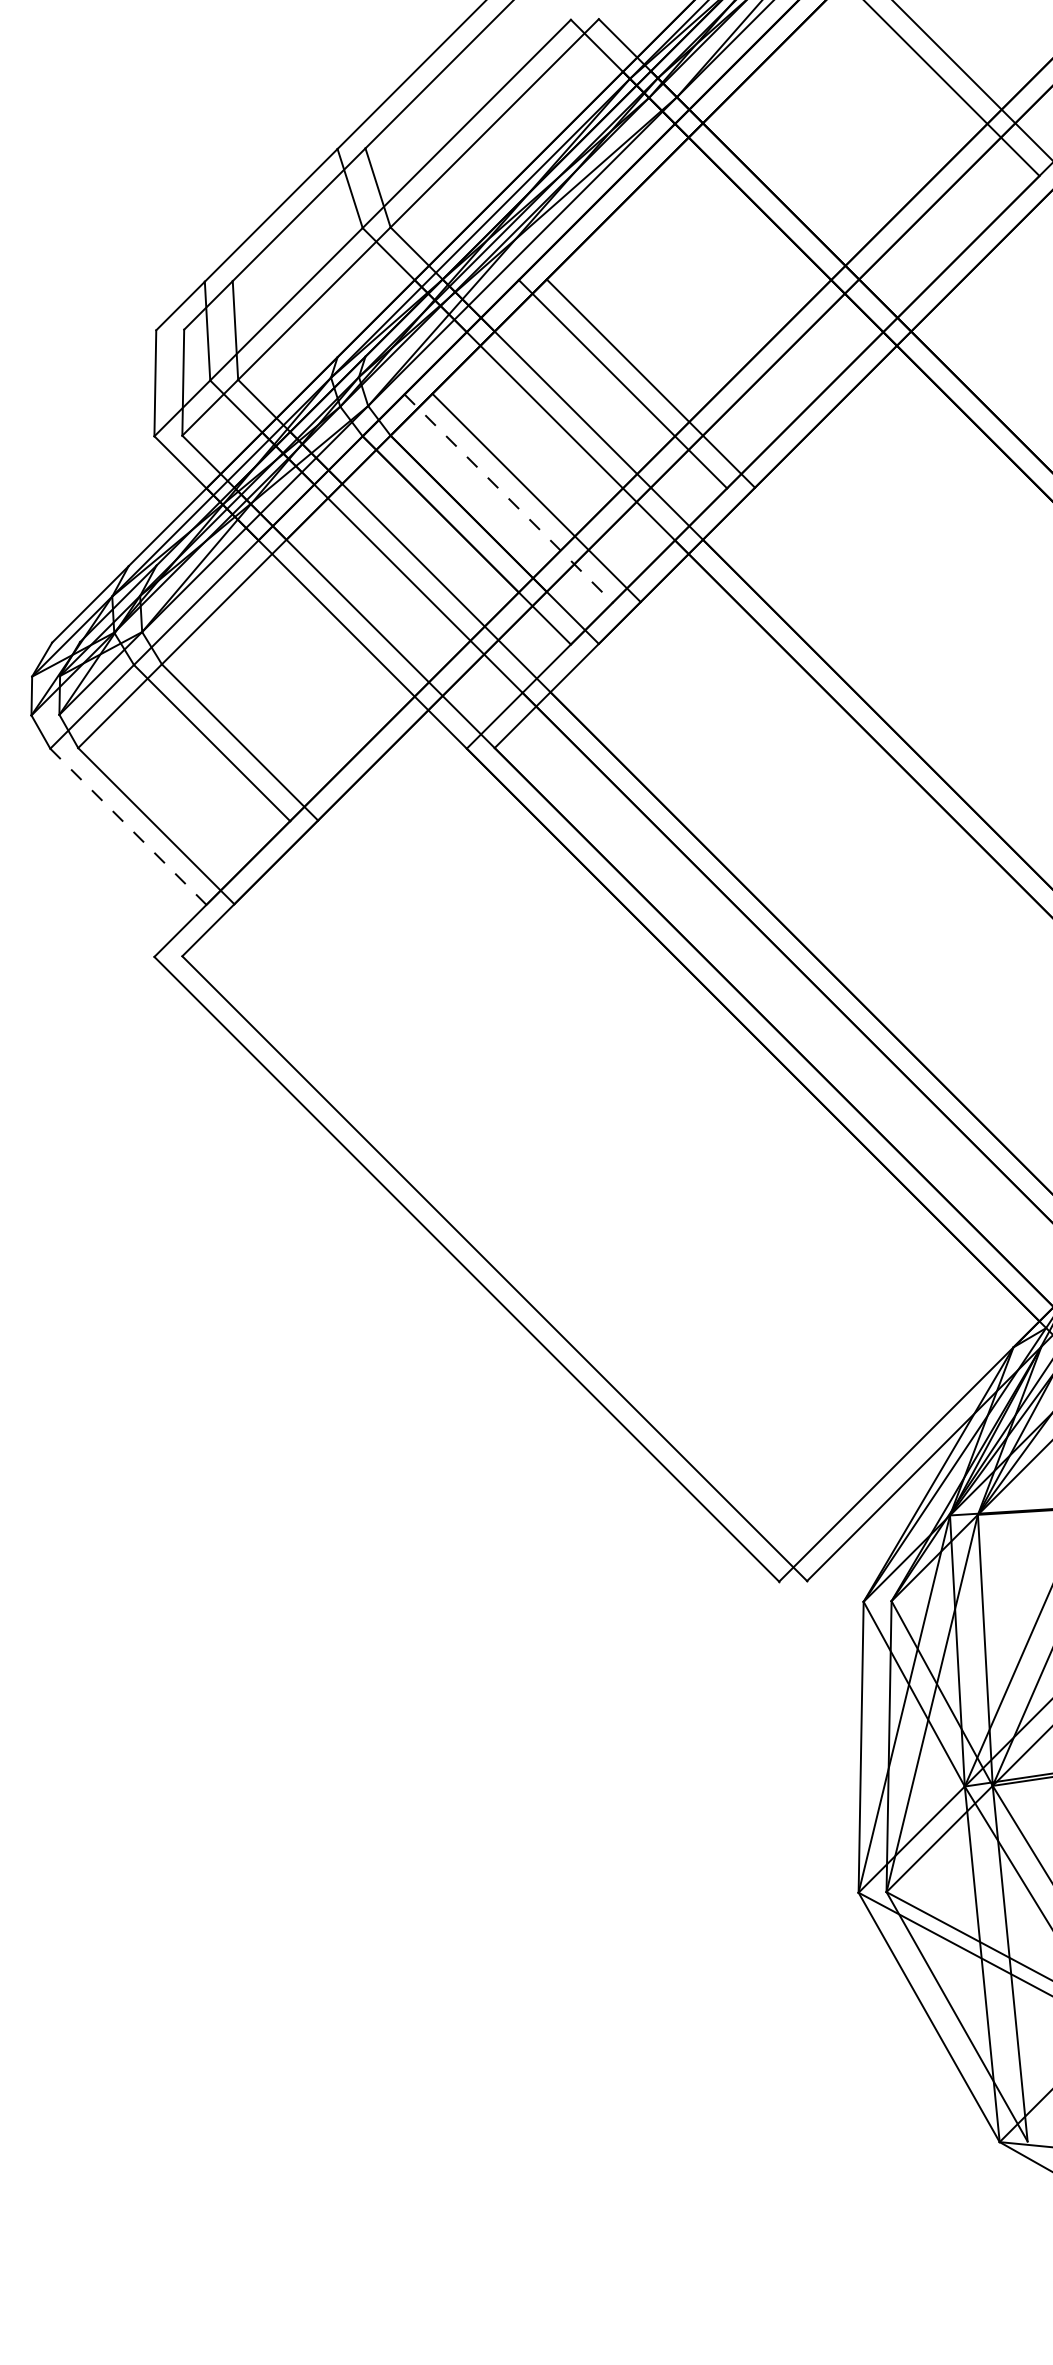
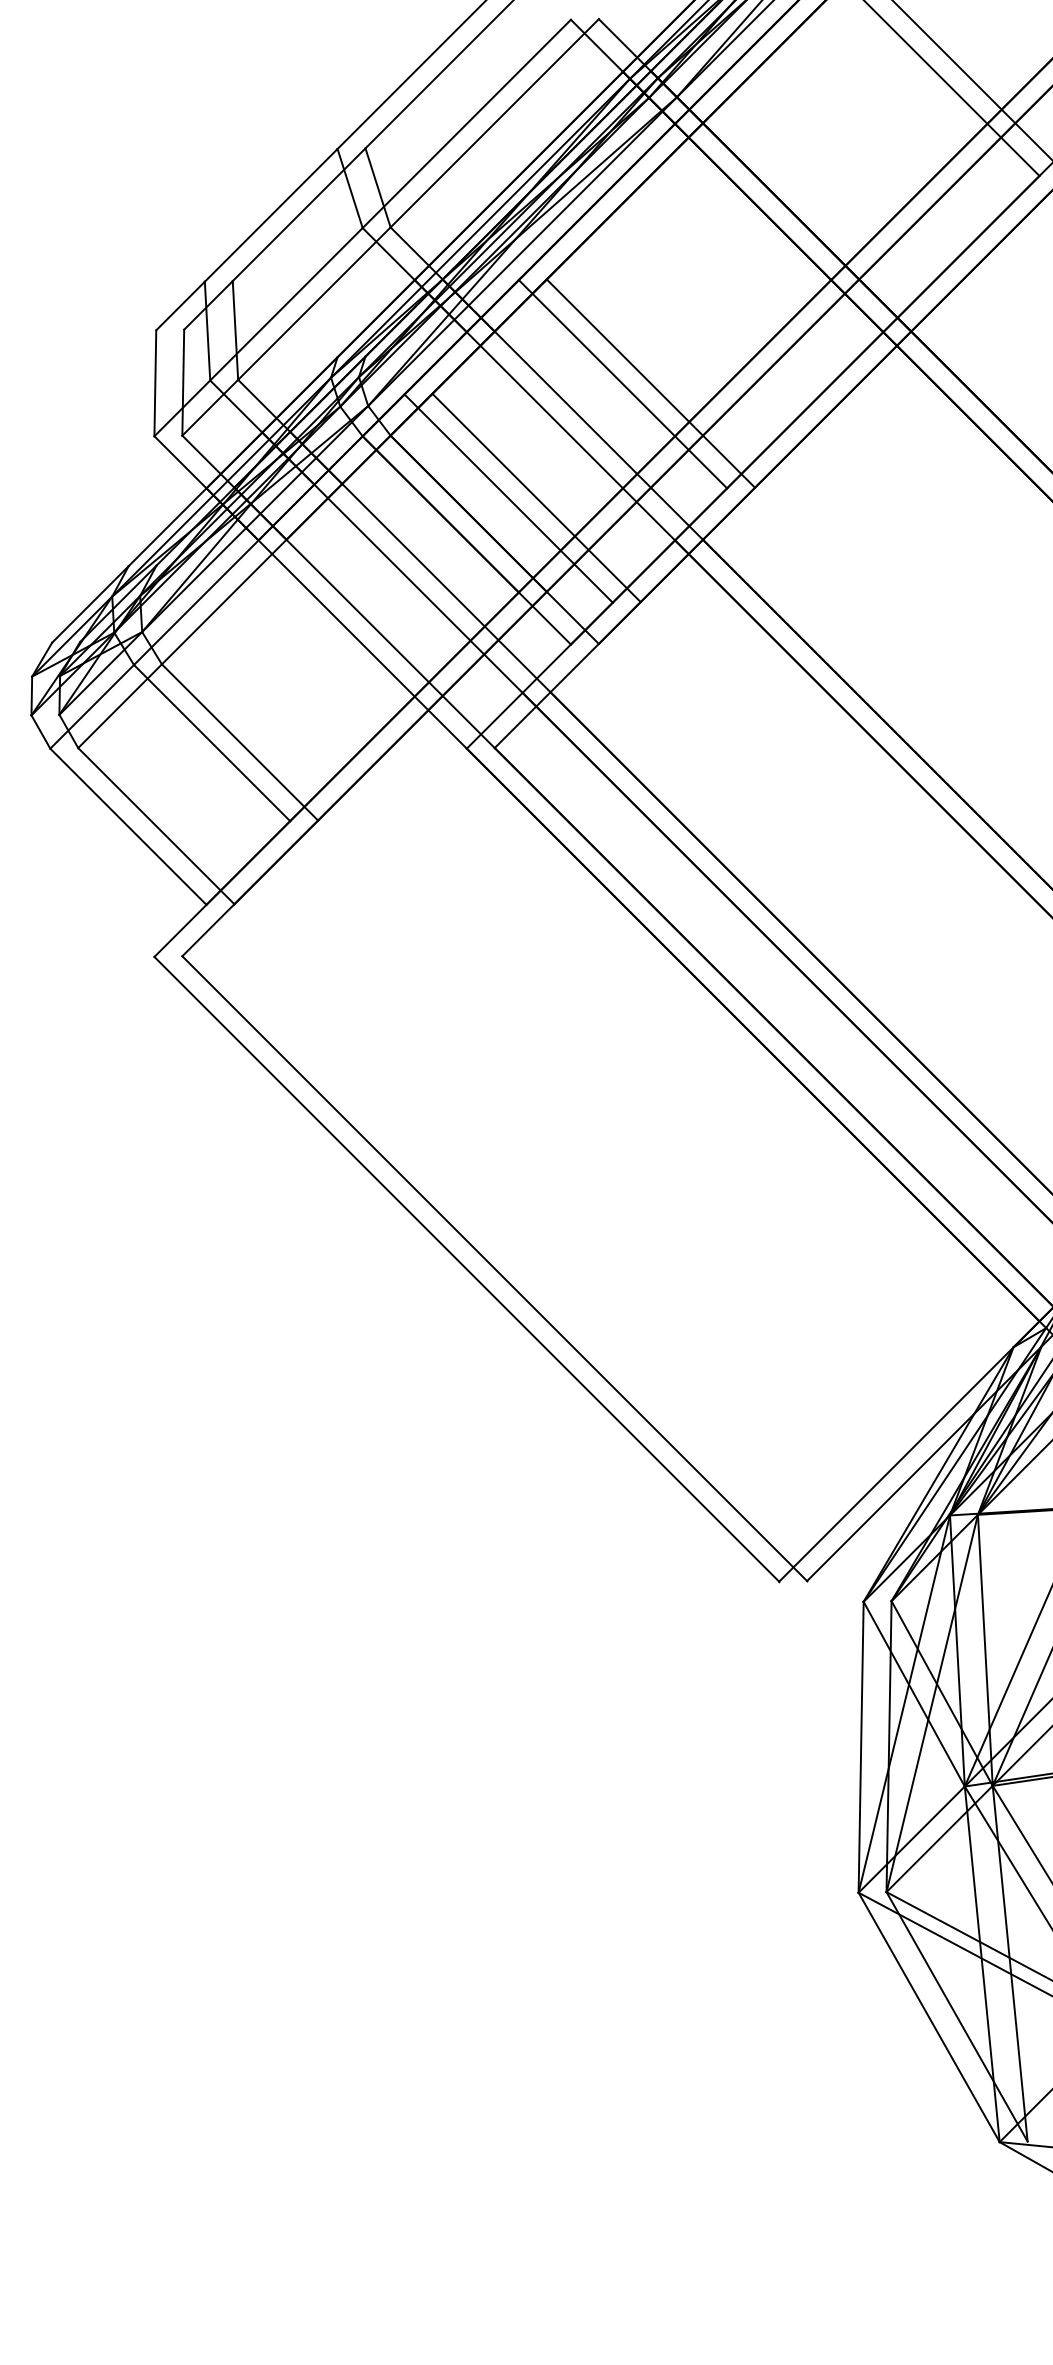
line at (509, 498): dashed -> solid
line at (128, 826): dashed -> solid
